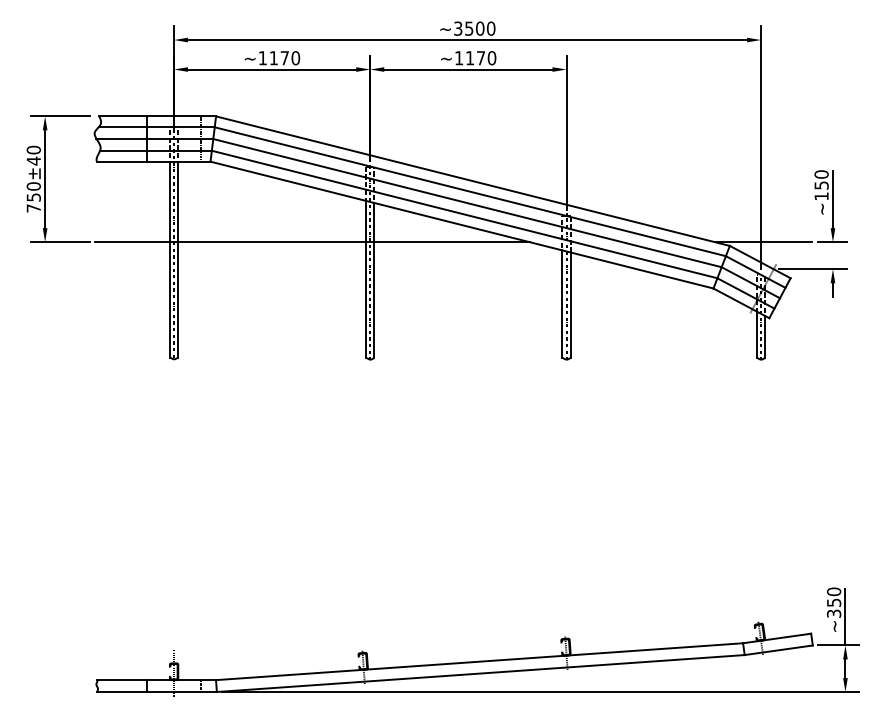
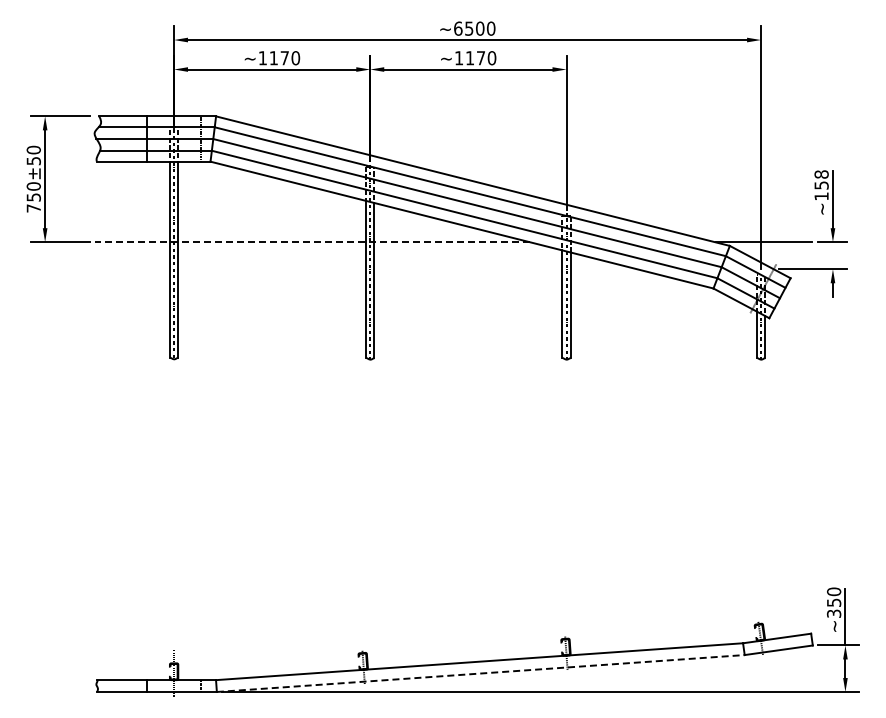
text at (458, 28): ~3500 -> ~6500
text at (33, 160): 750±40 -> 750±50
text at (821, 174): ~150 -> ~158
line at (312, 242): solid -> dashed
line at (480, 673): solid -> dashed
